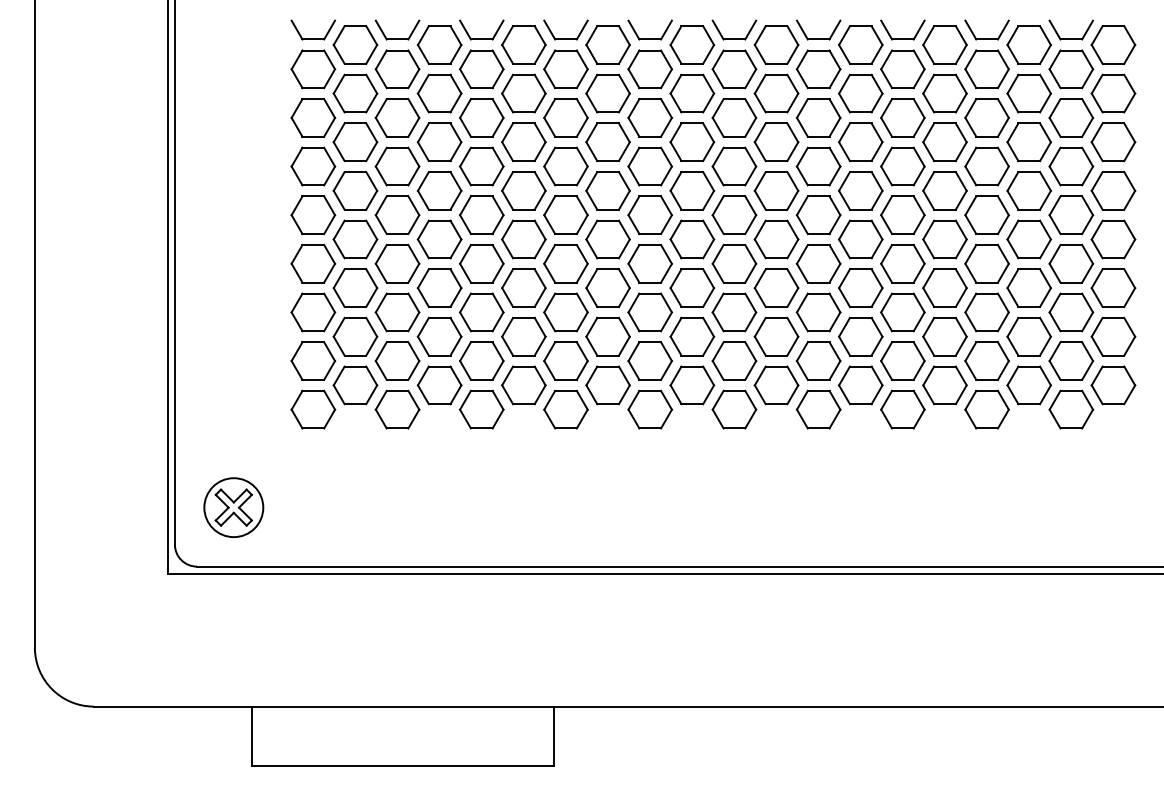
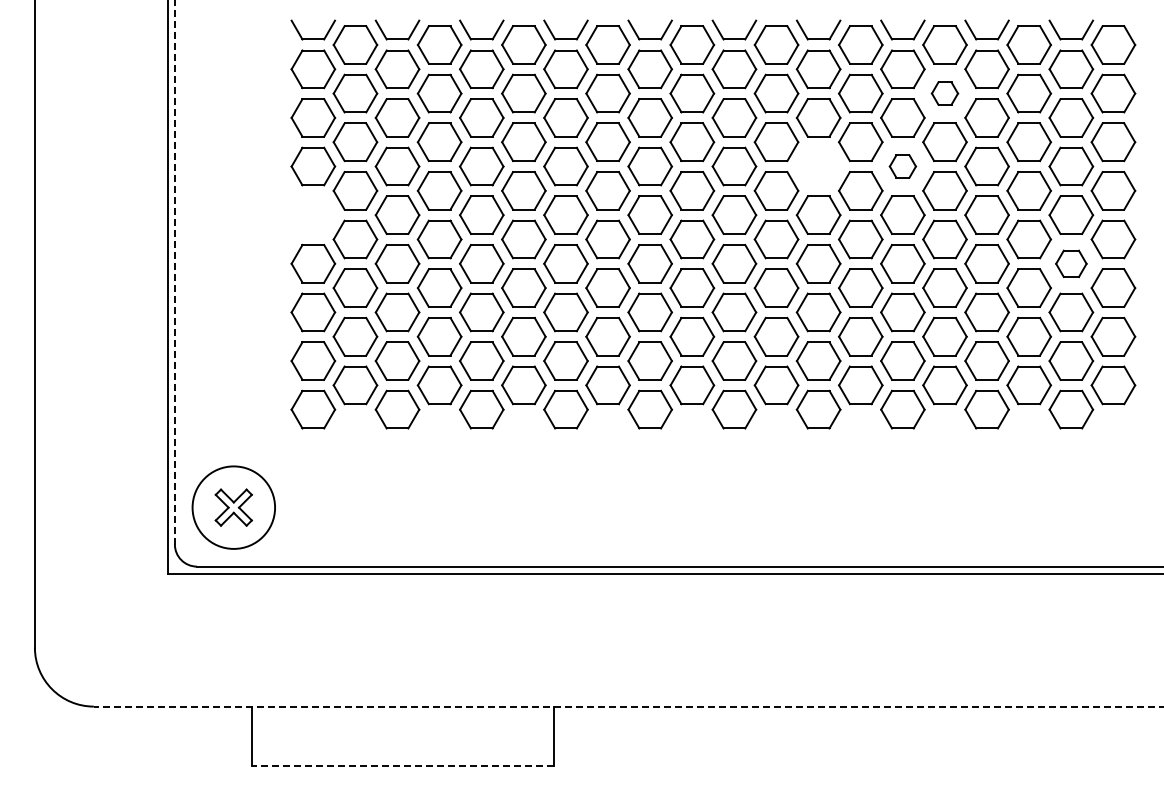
part at (944, 93) size: 46x41 px -> 30x25 px
part at (818, 166): present -> none
part at (902, 166) size: 46x41 px -> 30x25 px
part at (313, 214): present -> none
part at (1071, 263) size: 47x40 px -> 33x30 px
line at (174, 272): solid -> dashed
circle at (233, 507) diameter: 59 px -> 83 px
line at (628, 706): solid -> dashed
line at (402, 765): solid -> dashed
